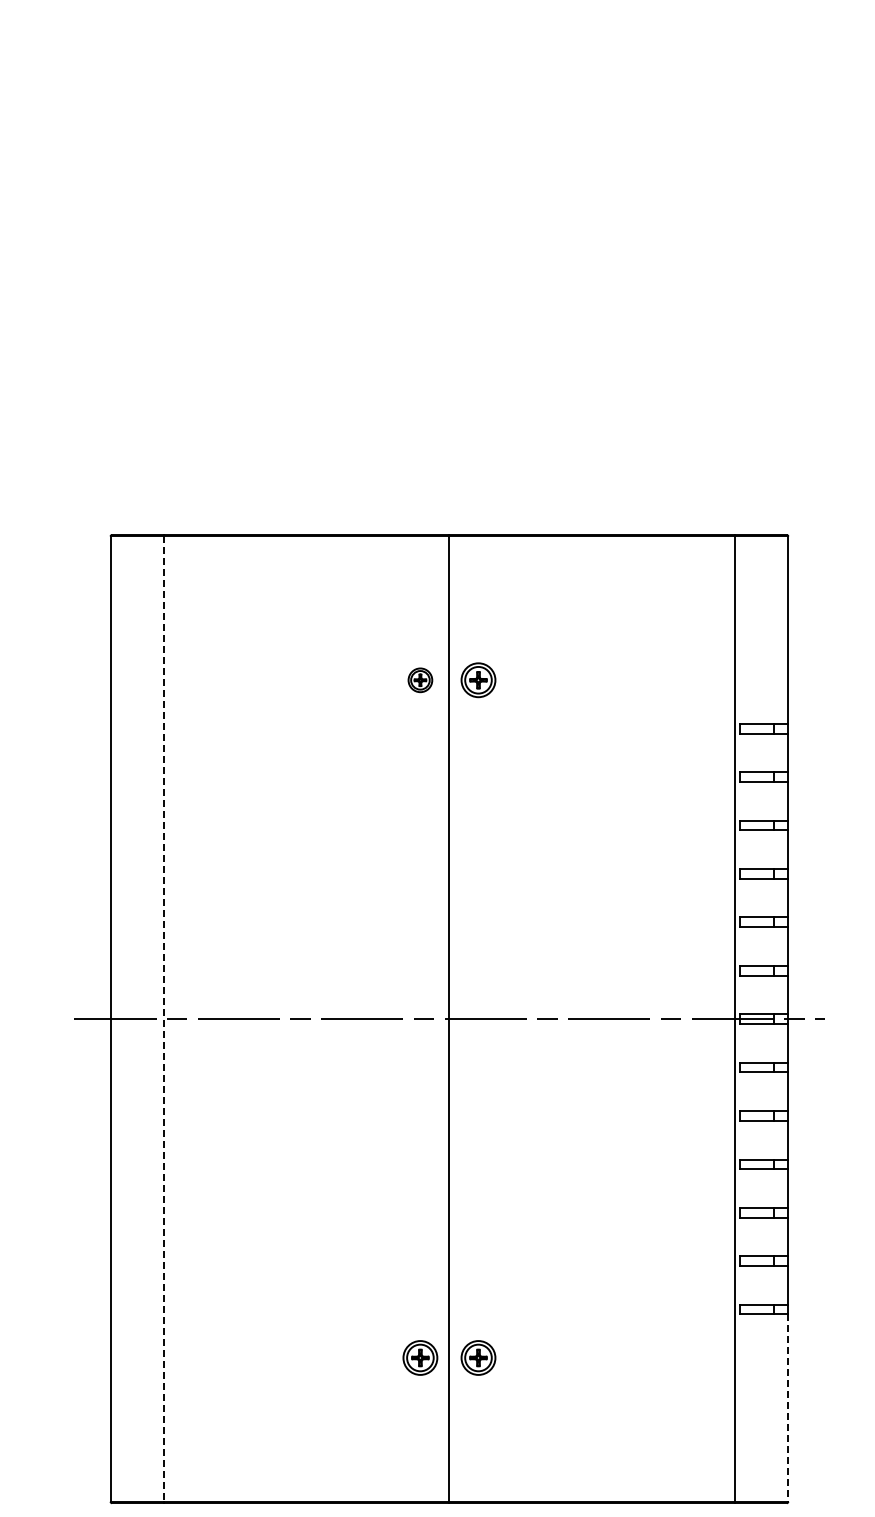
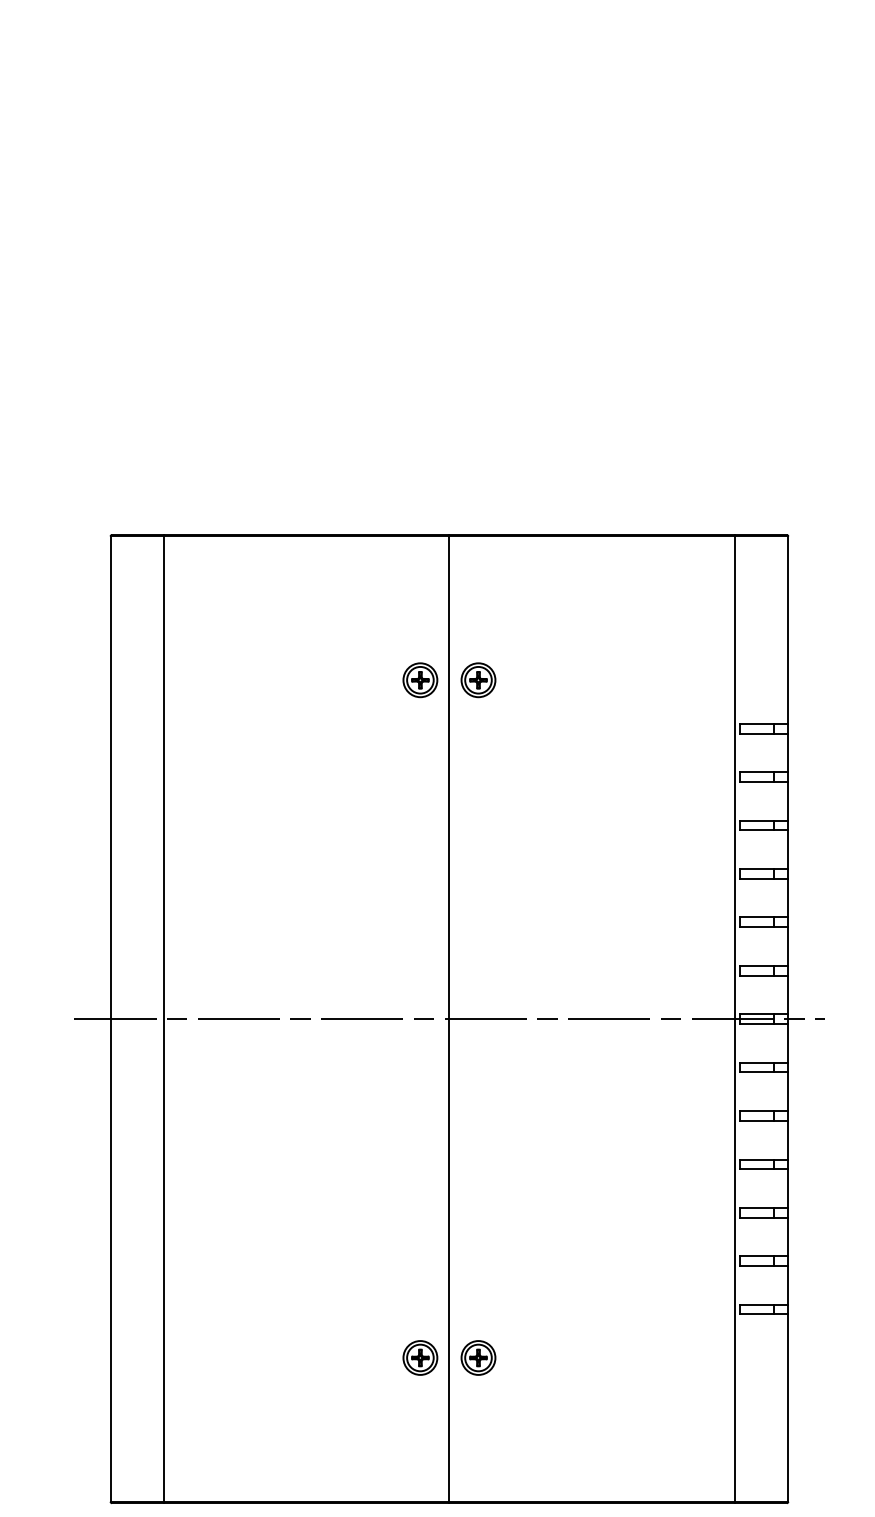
part at (420, 680) size: 27x27 px -> 37x37 px
line at (163, 1019): dashed -> solid
line at (788, 1408): dashed -> solid
